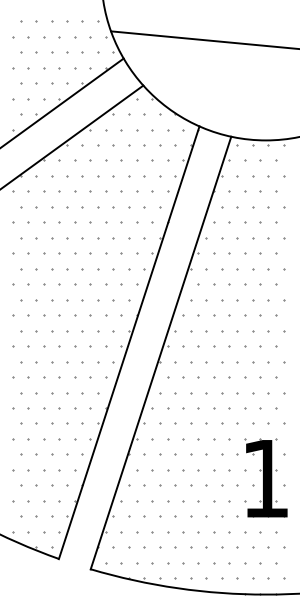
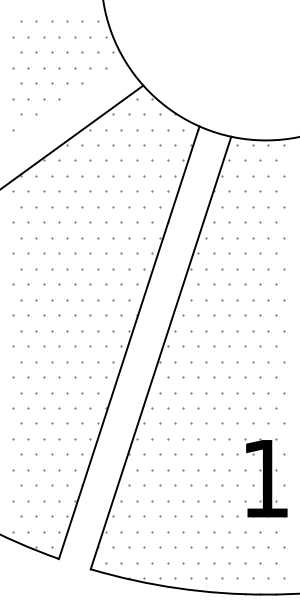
line at (203, 39): present -> none
line at (62, 102): present -> none
